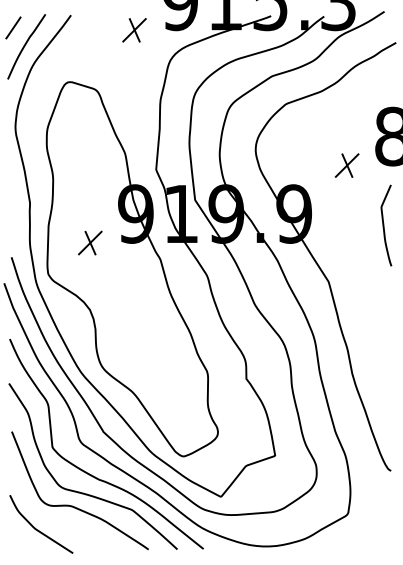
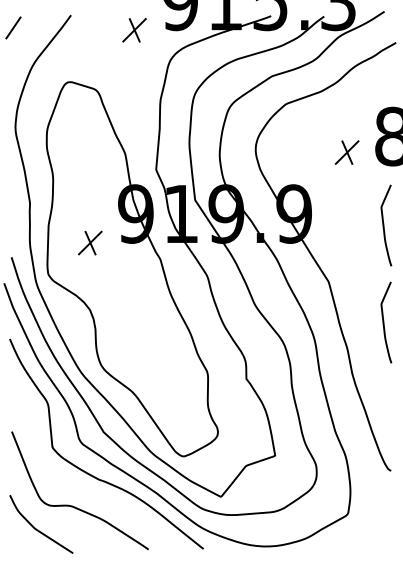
curve at (25, 46): present -> none
part at (346, 165) position: (346, 165) -> (346, 152)
curve at (384, 322): none -> present
curve at (87, 493): present -> none
